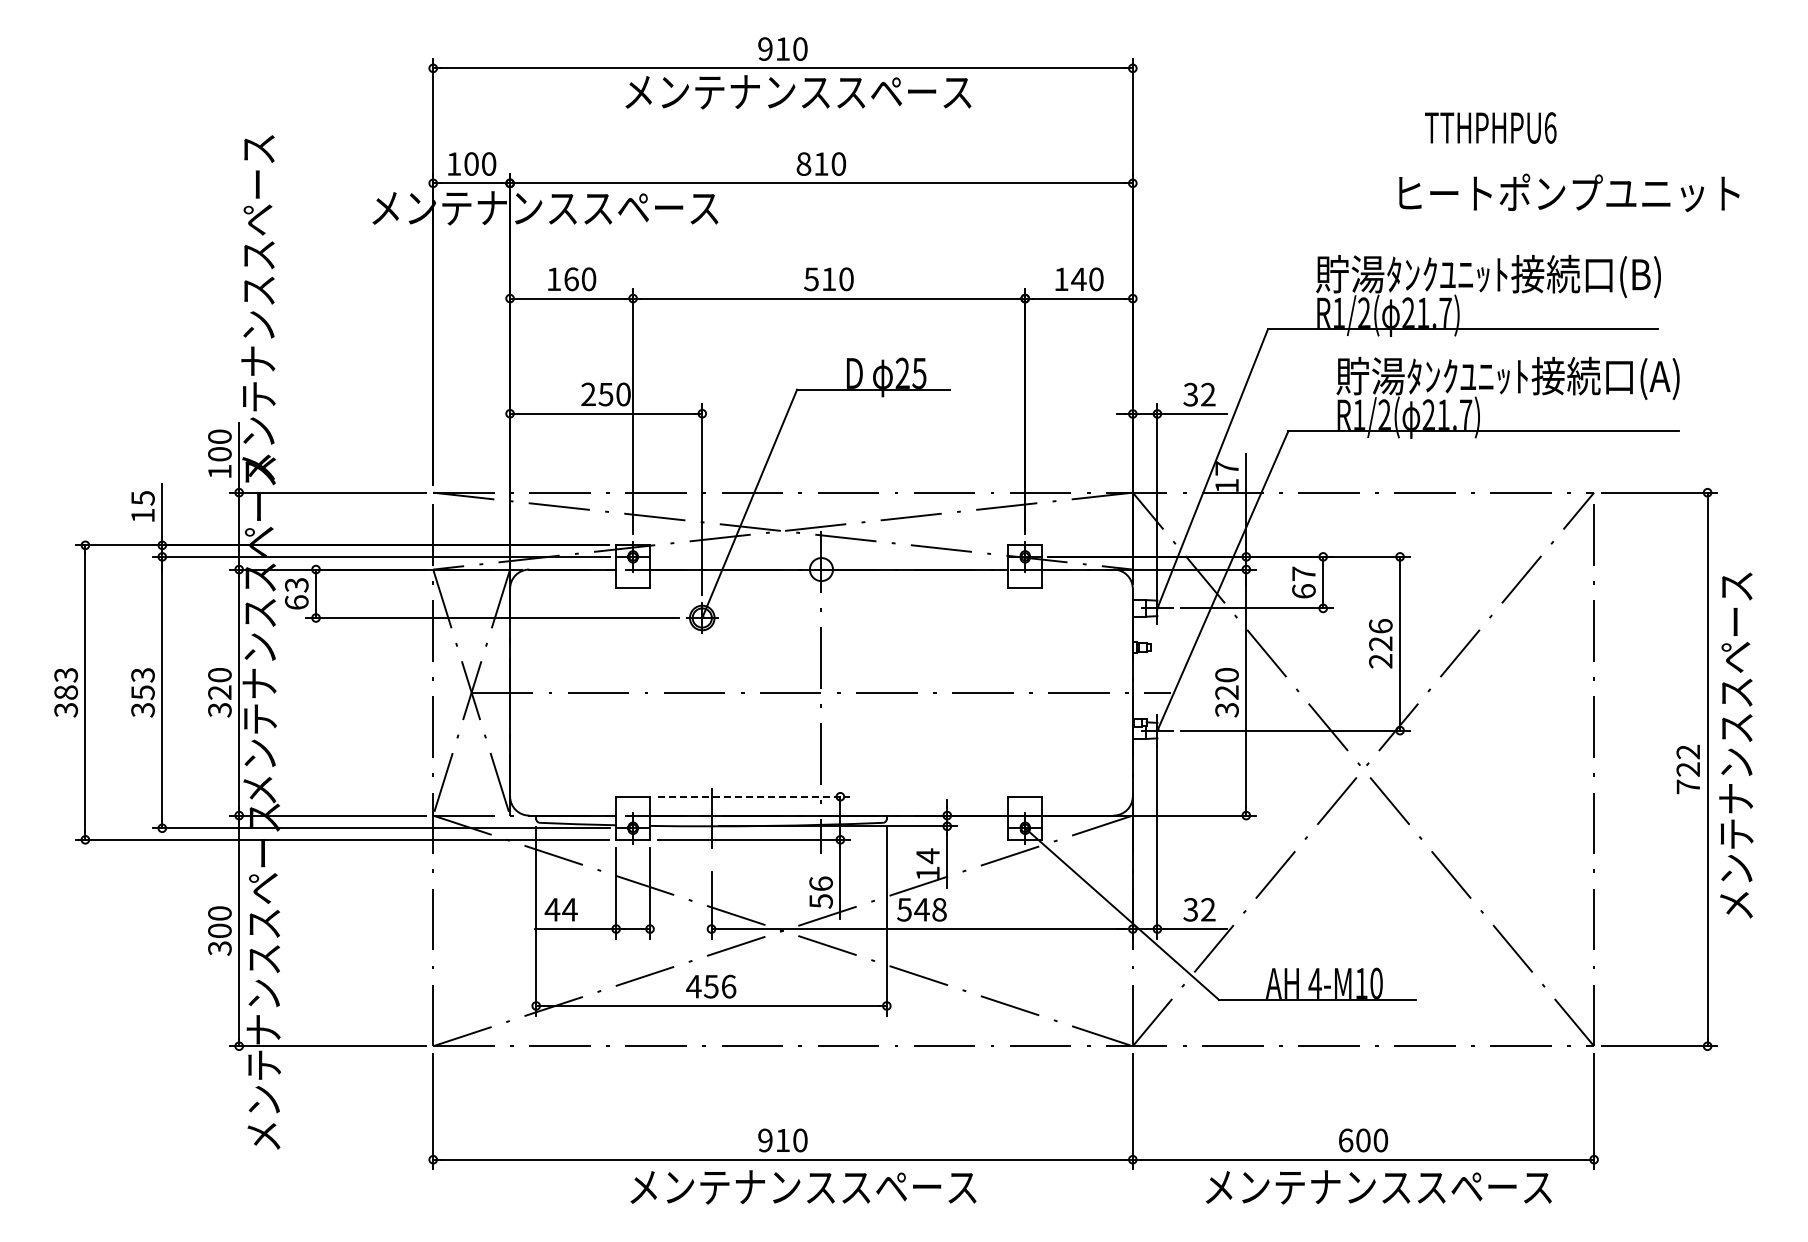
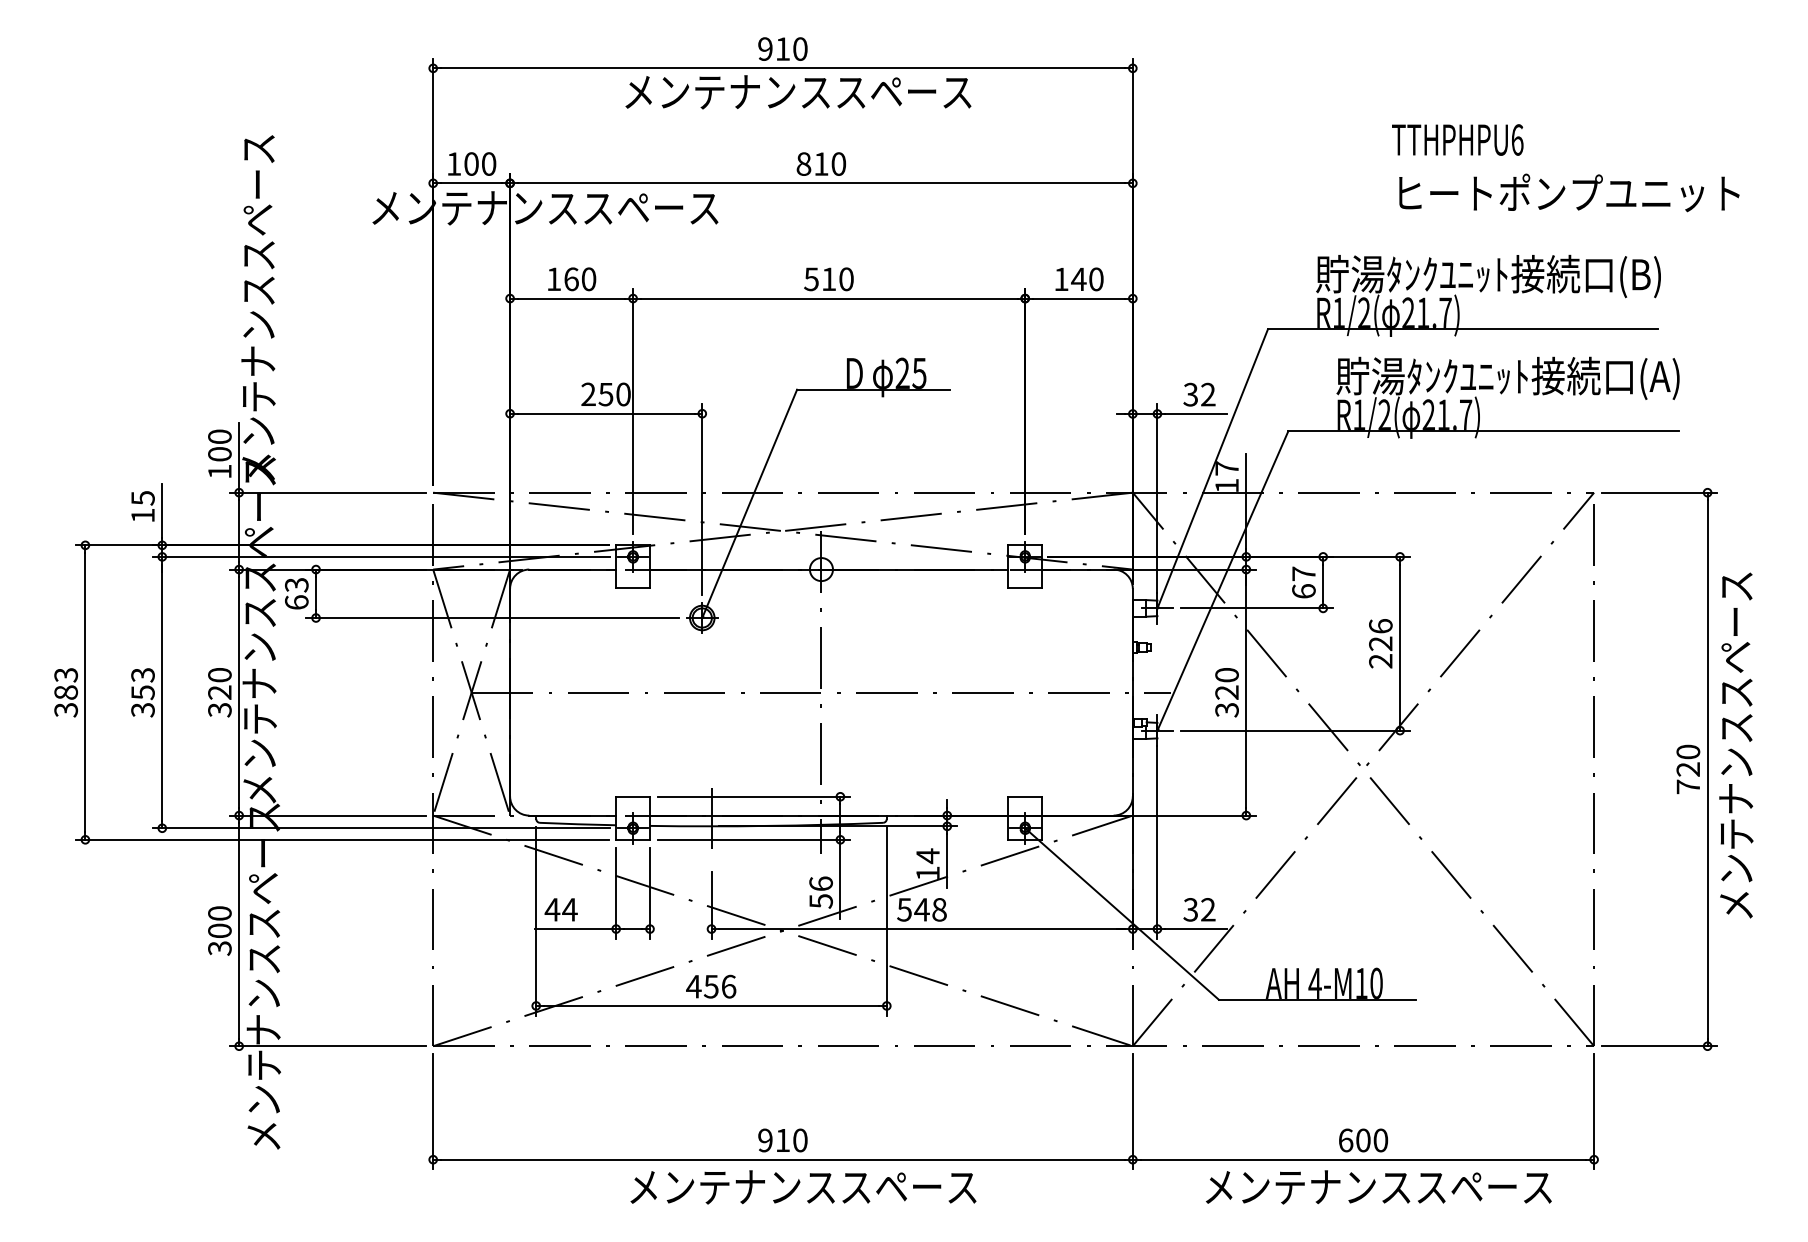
text at (1490, 127) position: (1490, 127) -> (1457, 139)
text at (1688, 751): 722 -> 720
line at (754, 796): dashed -> solid
